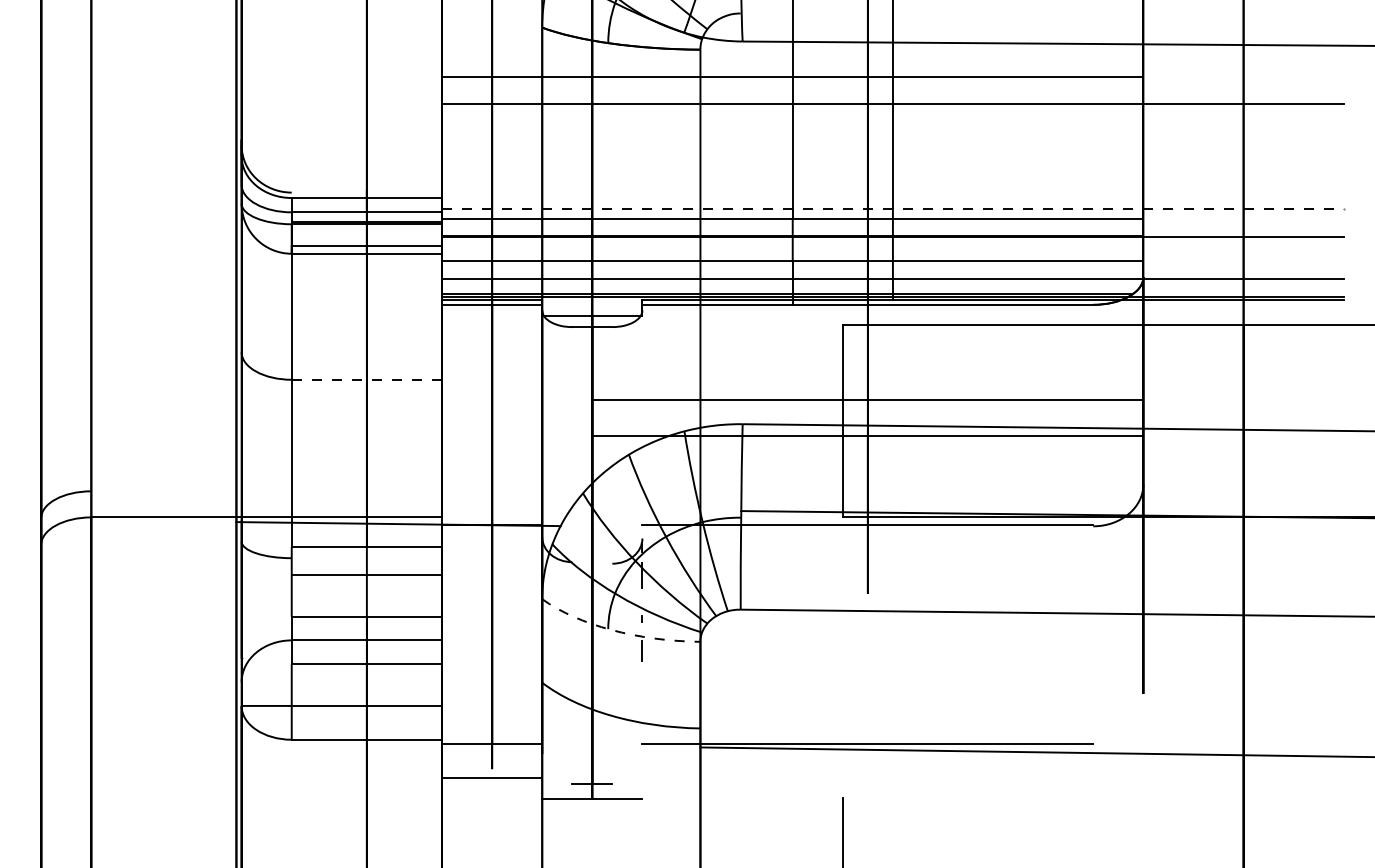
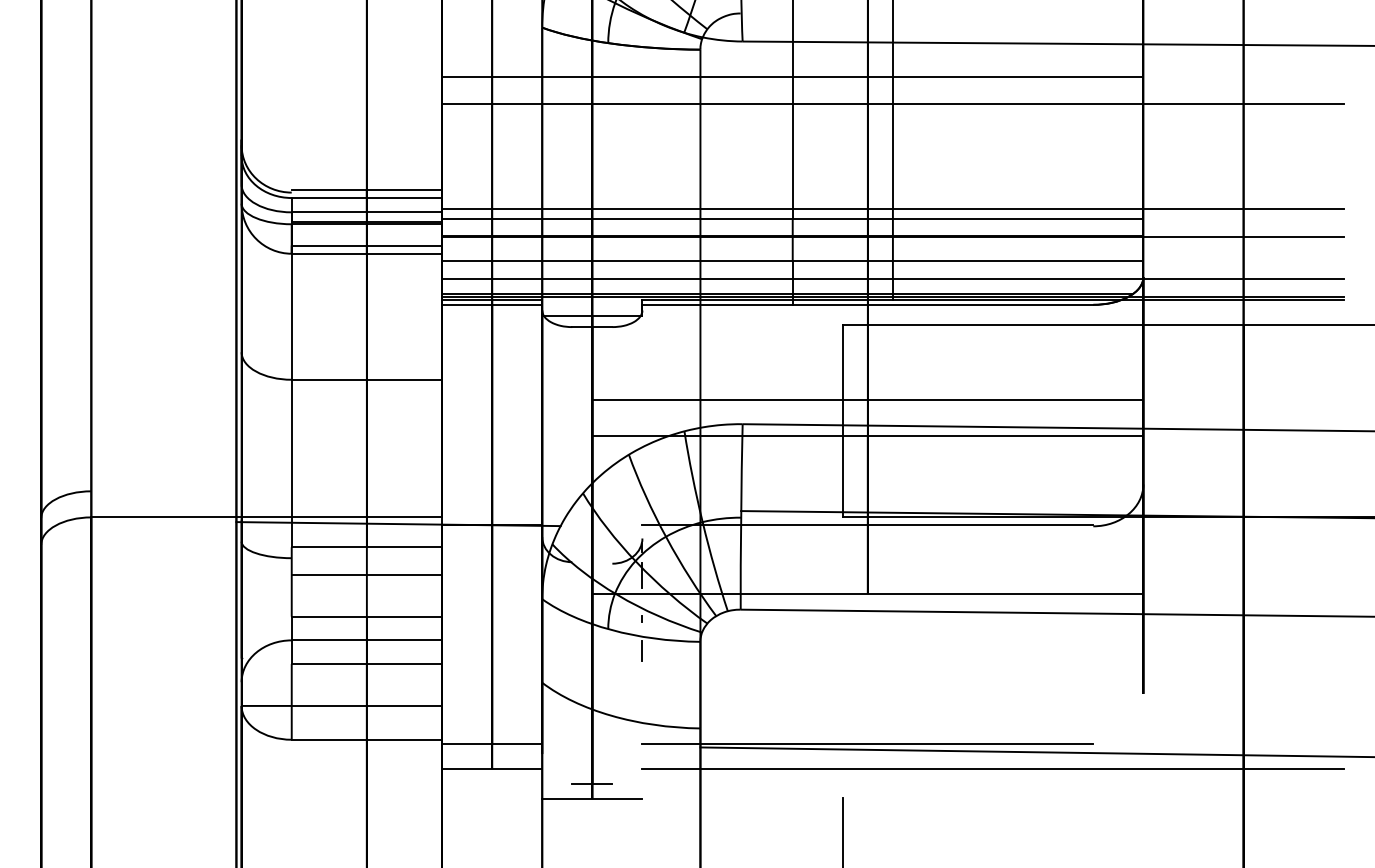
line at (366, 189): none -> present
line at (892, 209): dashed -> solid
line at (366, 379): dashed -> solid
line at (867, 593): none -> present
arc at (618, 631): dashed -> solid
line at (992, 768): none -> present
line at (492, 777) position: (492, 777) -> (492, 768)
